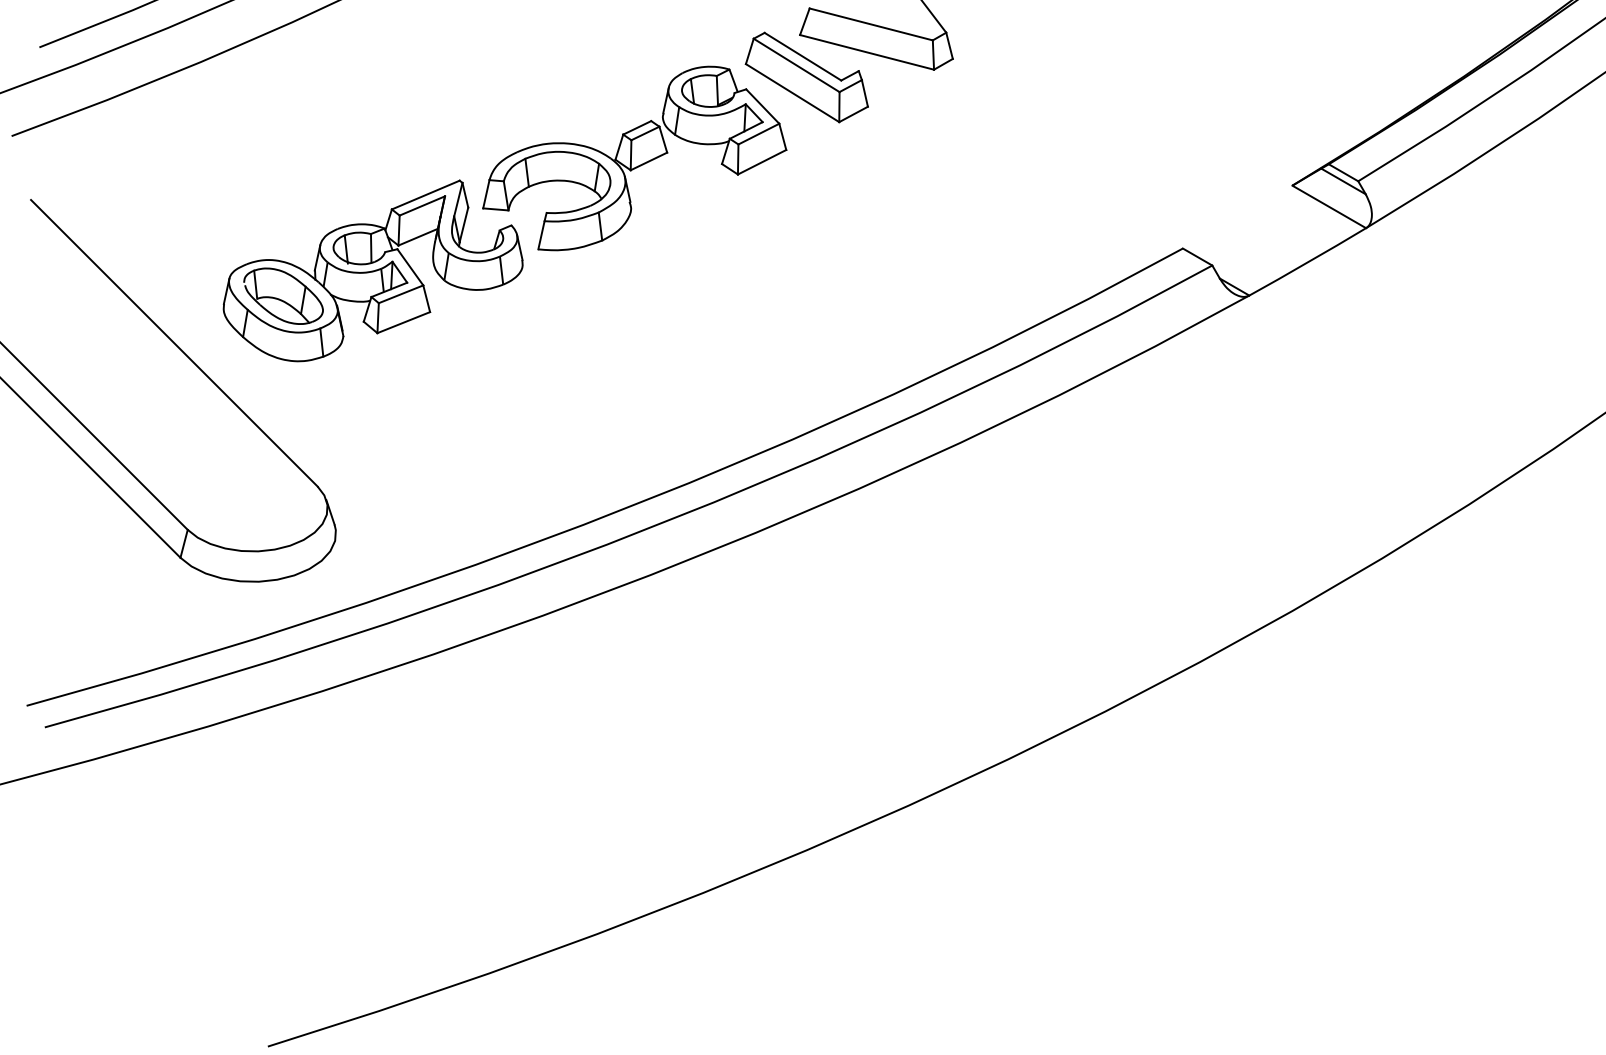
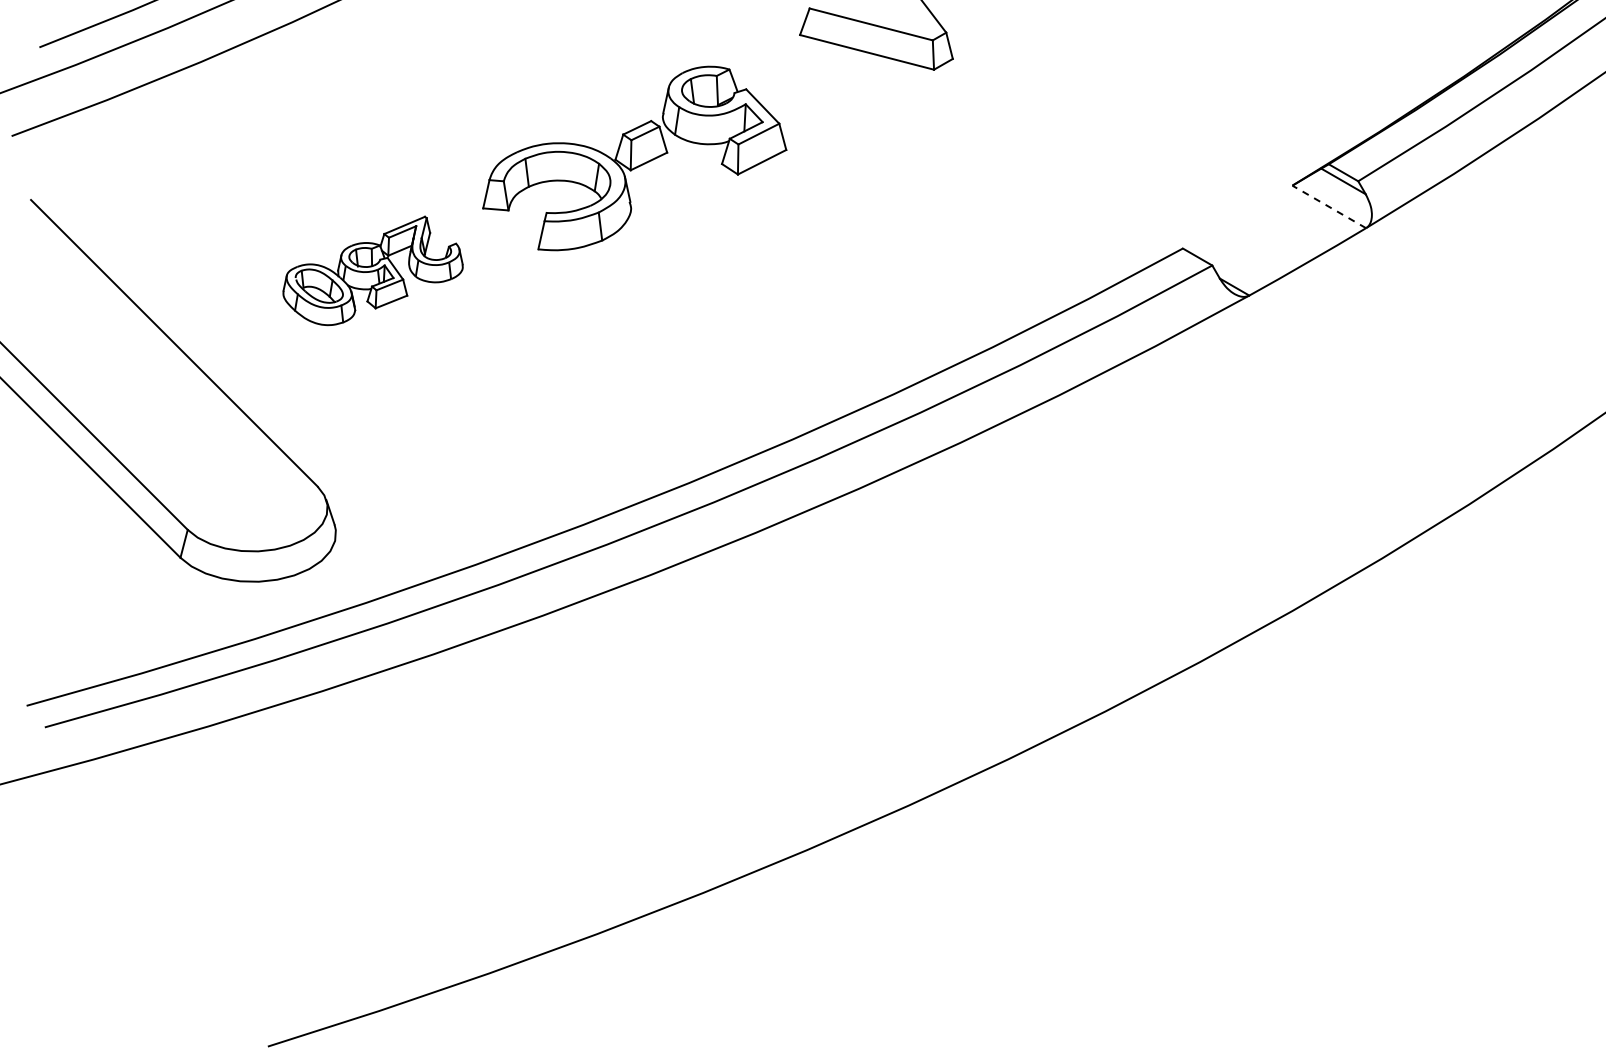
part at (806, 77): present -> none
line at (1329, 206): solid -> dashed
part at (372, 270) size: 302x184 px -> 182x112 px
